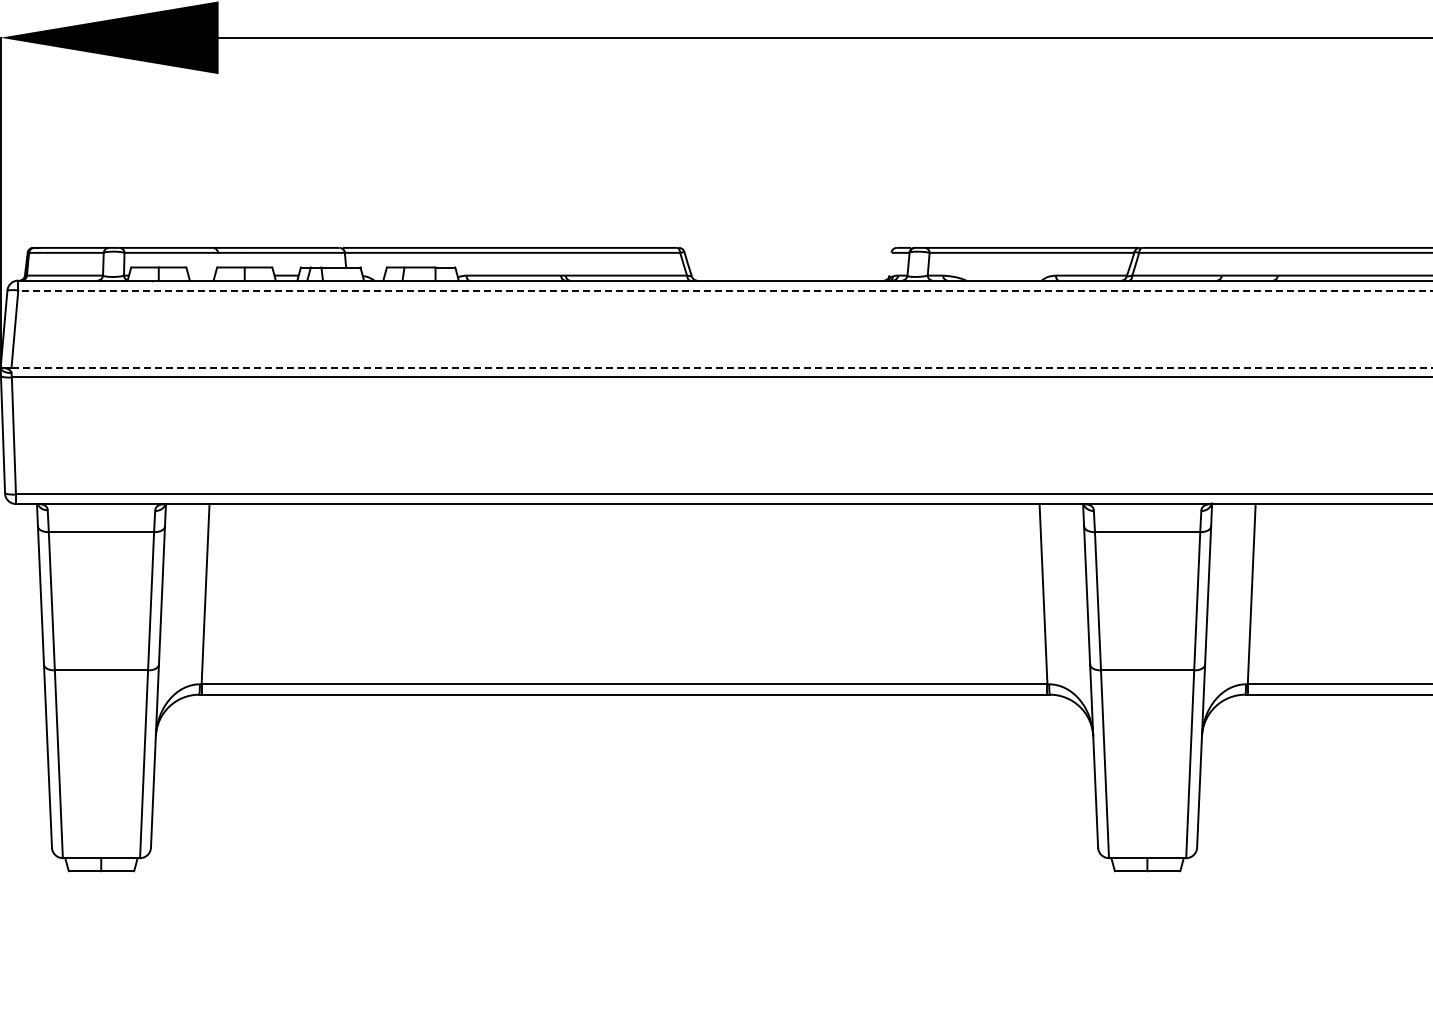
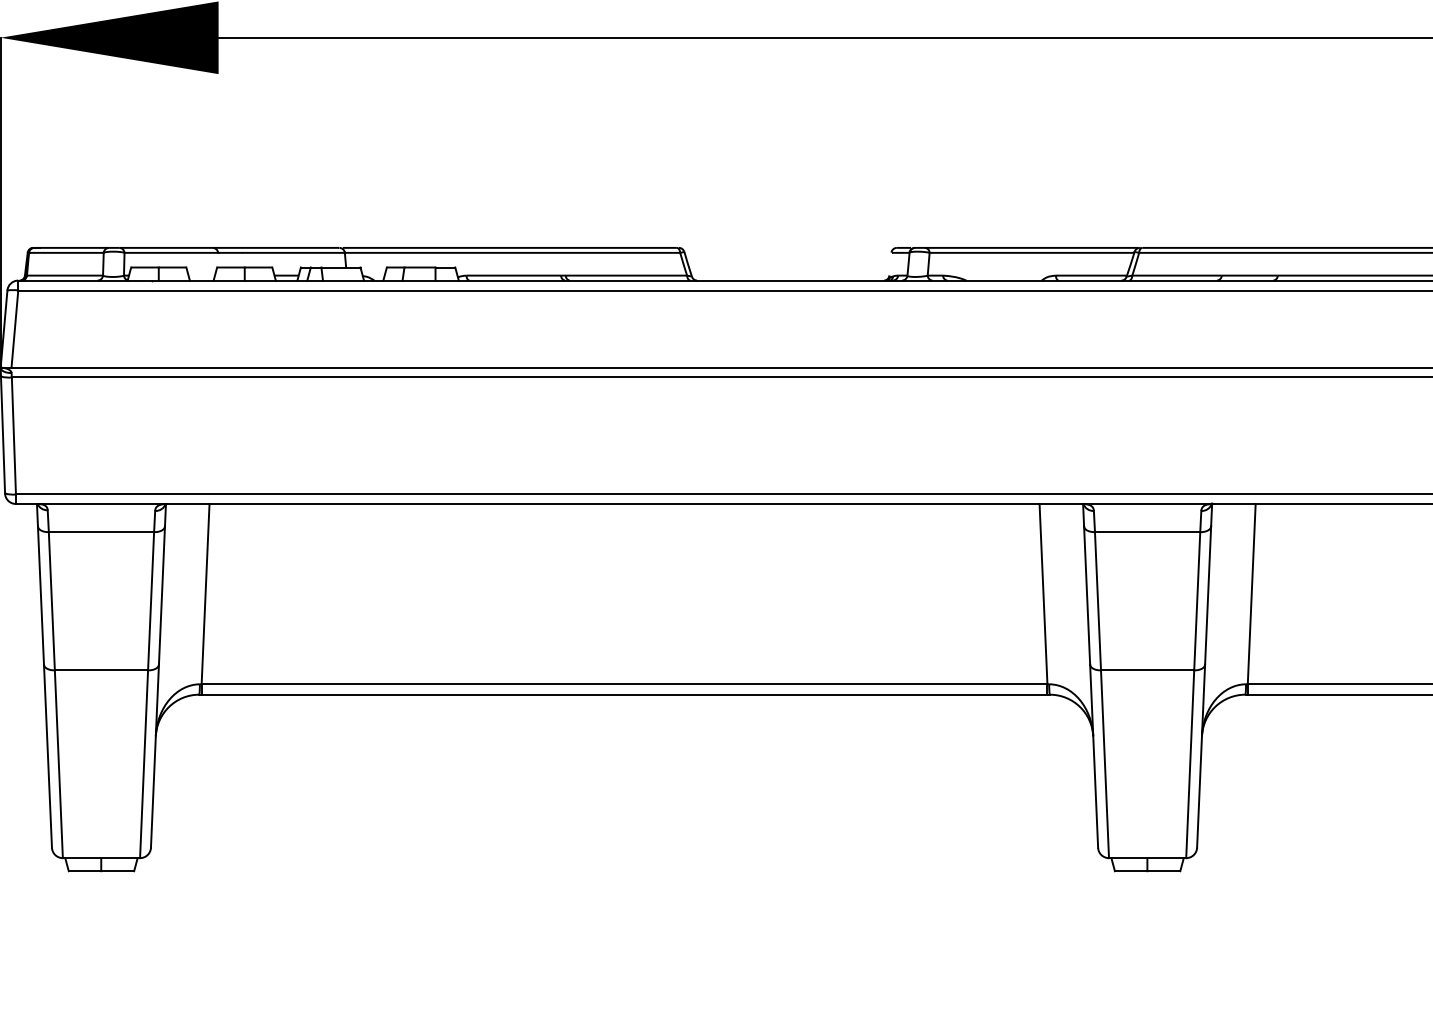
line at (725, 290): dashed -> solid
line at (722, 367): dashed -> solid
